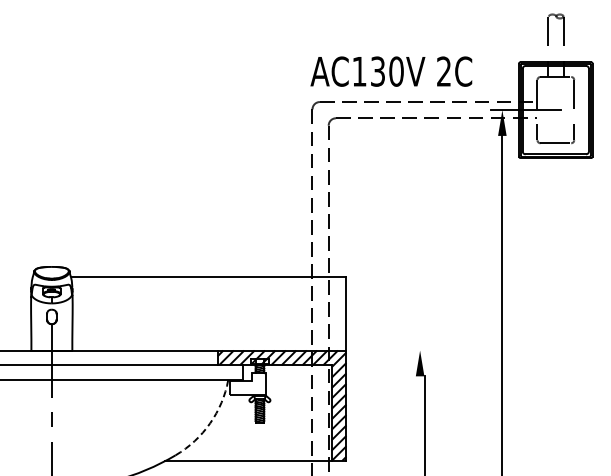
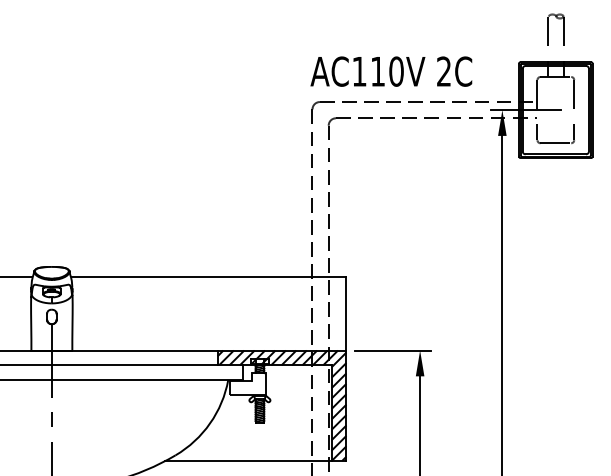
text at (377, 71): AC130V -> AC110V
line at (17, 276): none -> present
line at (392, 350): none -> present
arc at (210, 423): dashed -> solid
line at (425, 424) position: (425, 424) -> (420, 424)
